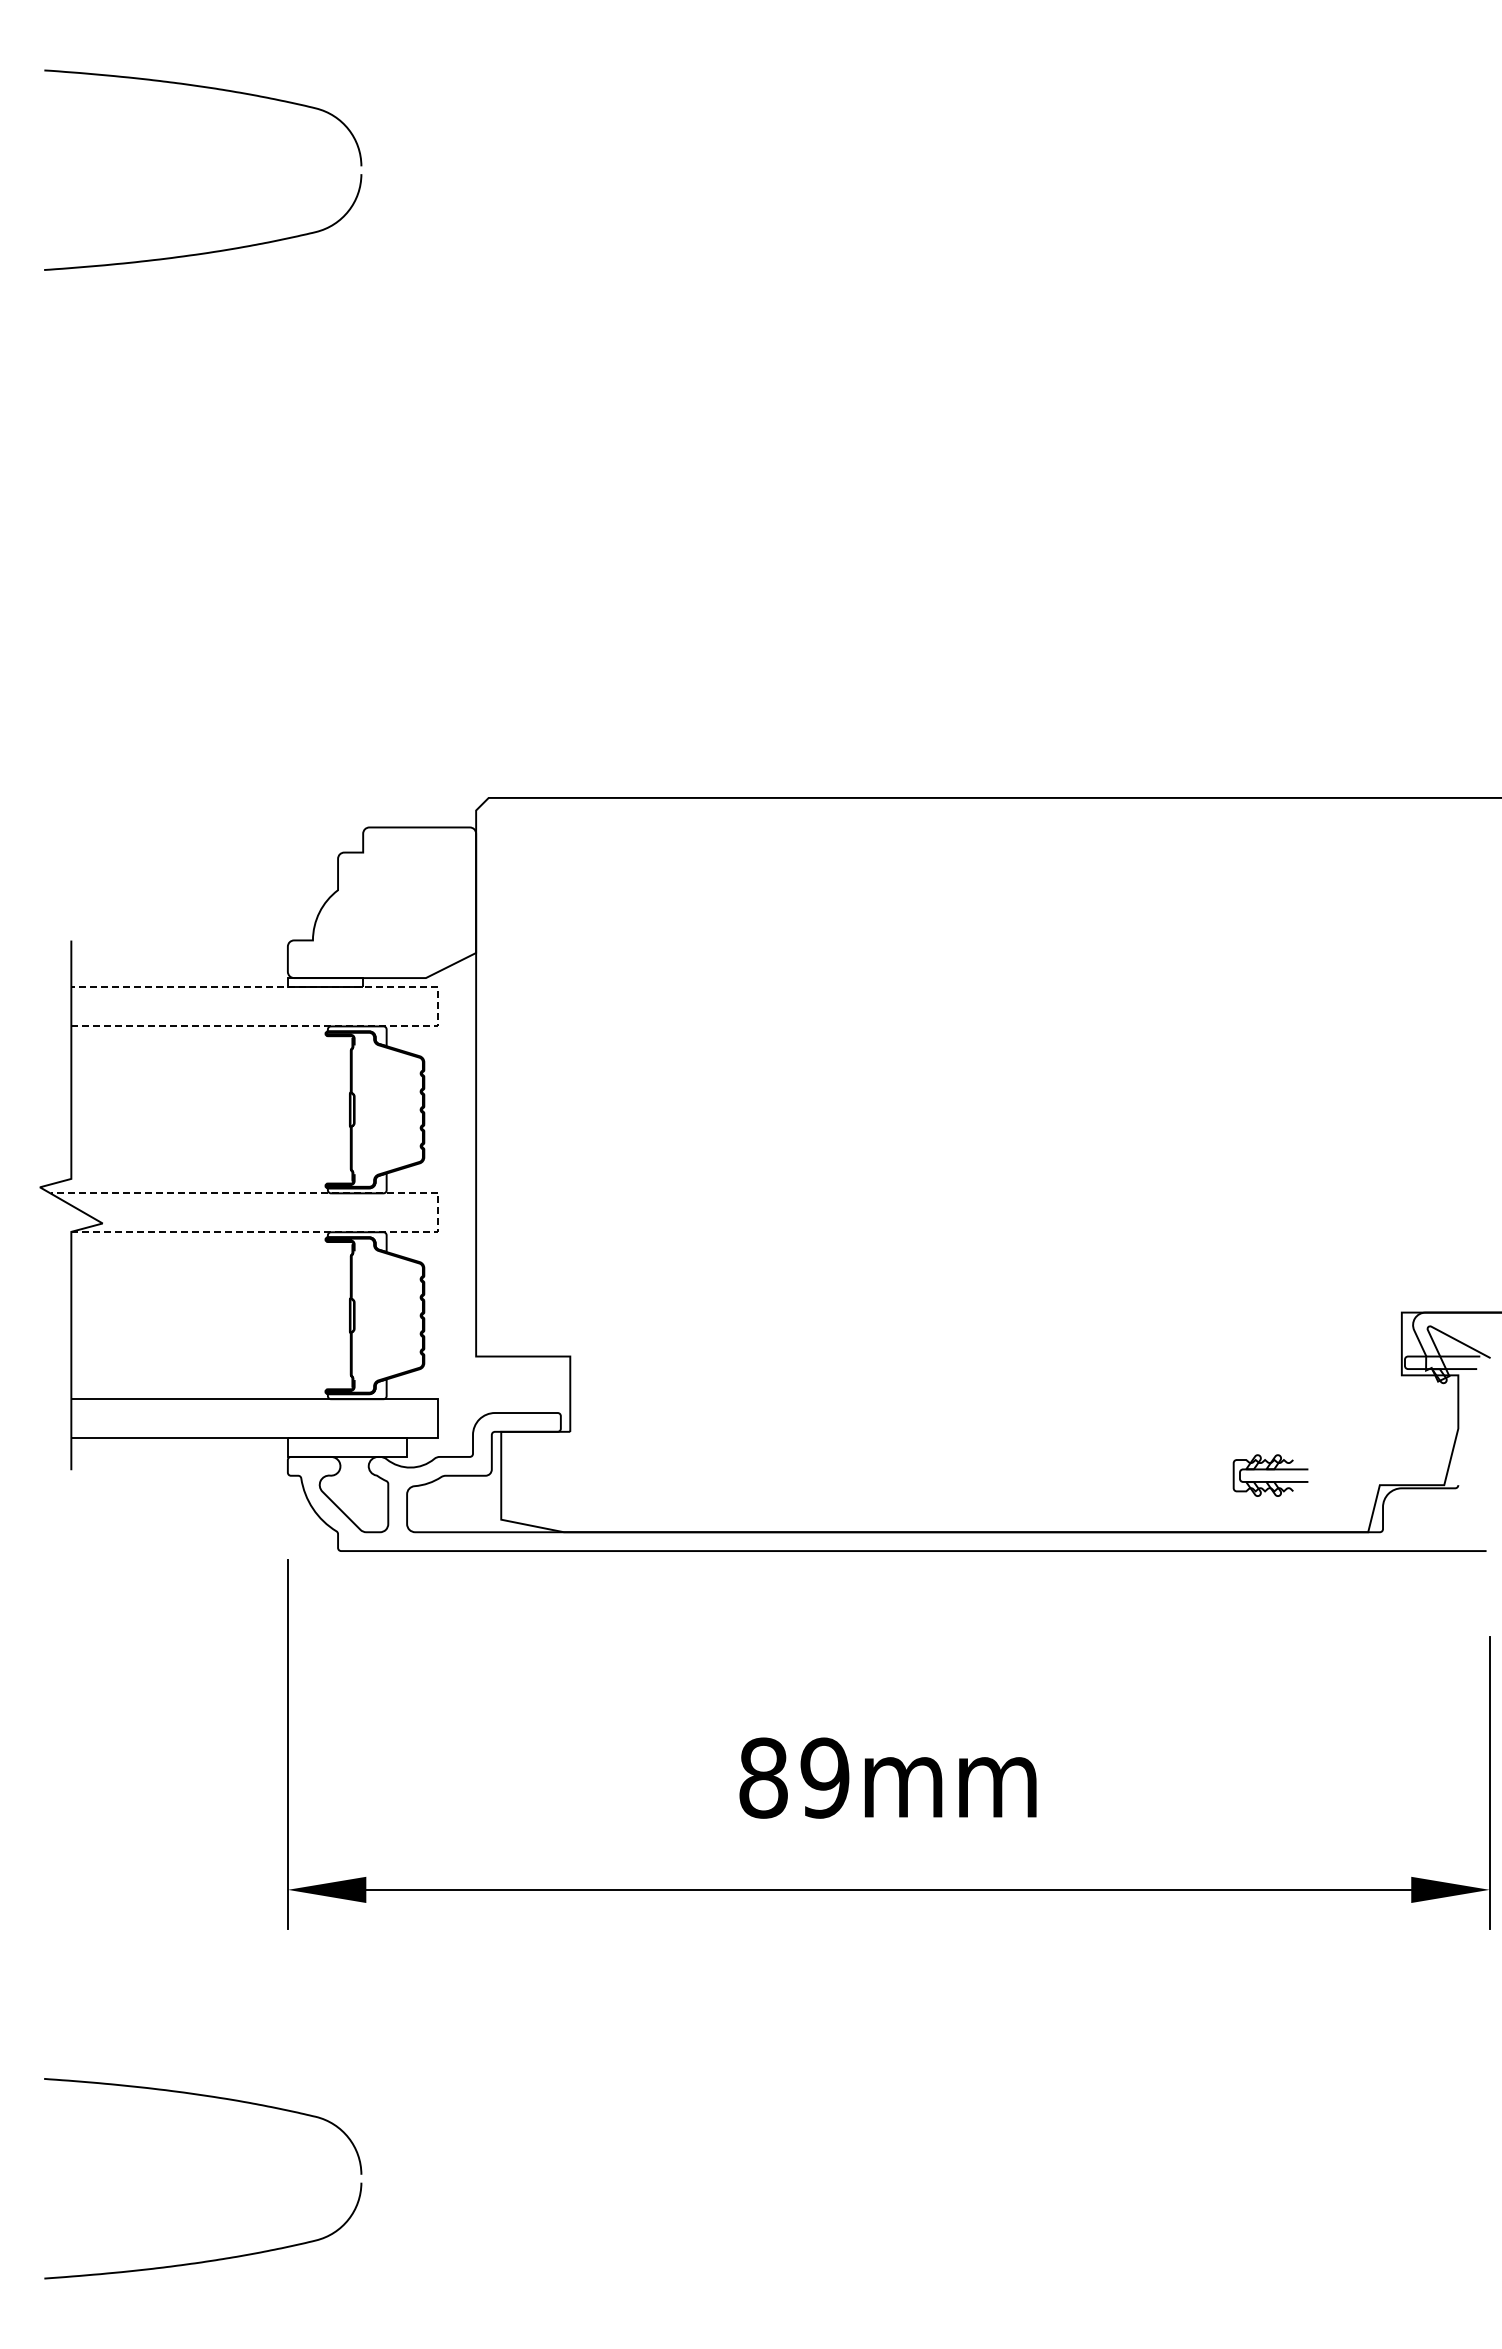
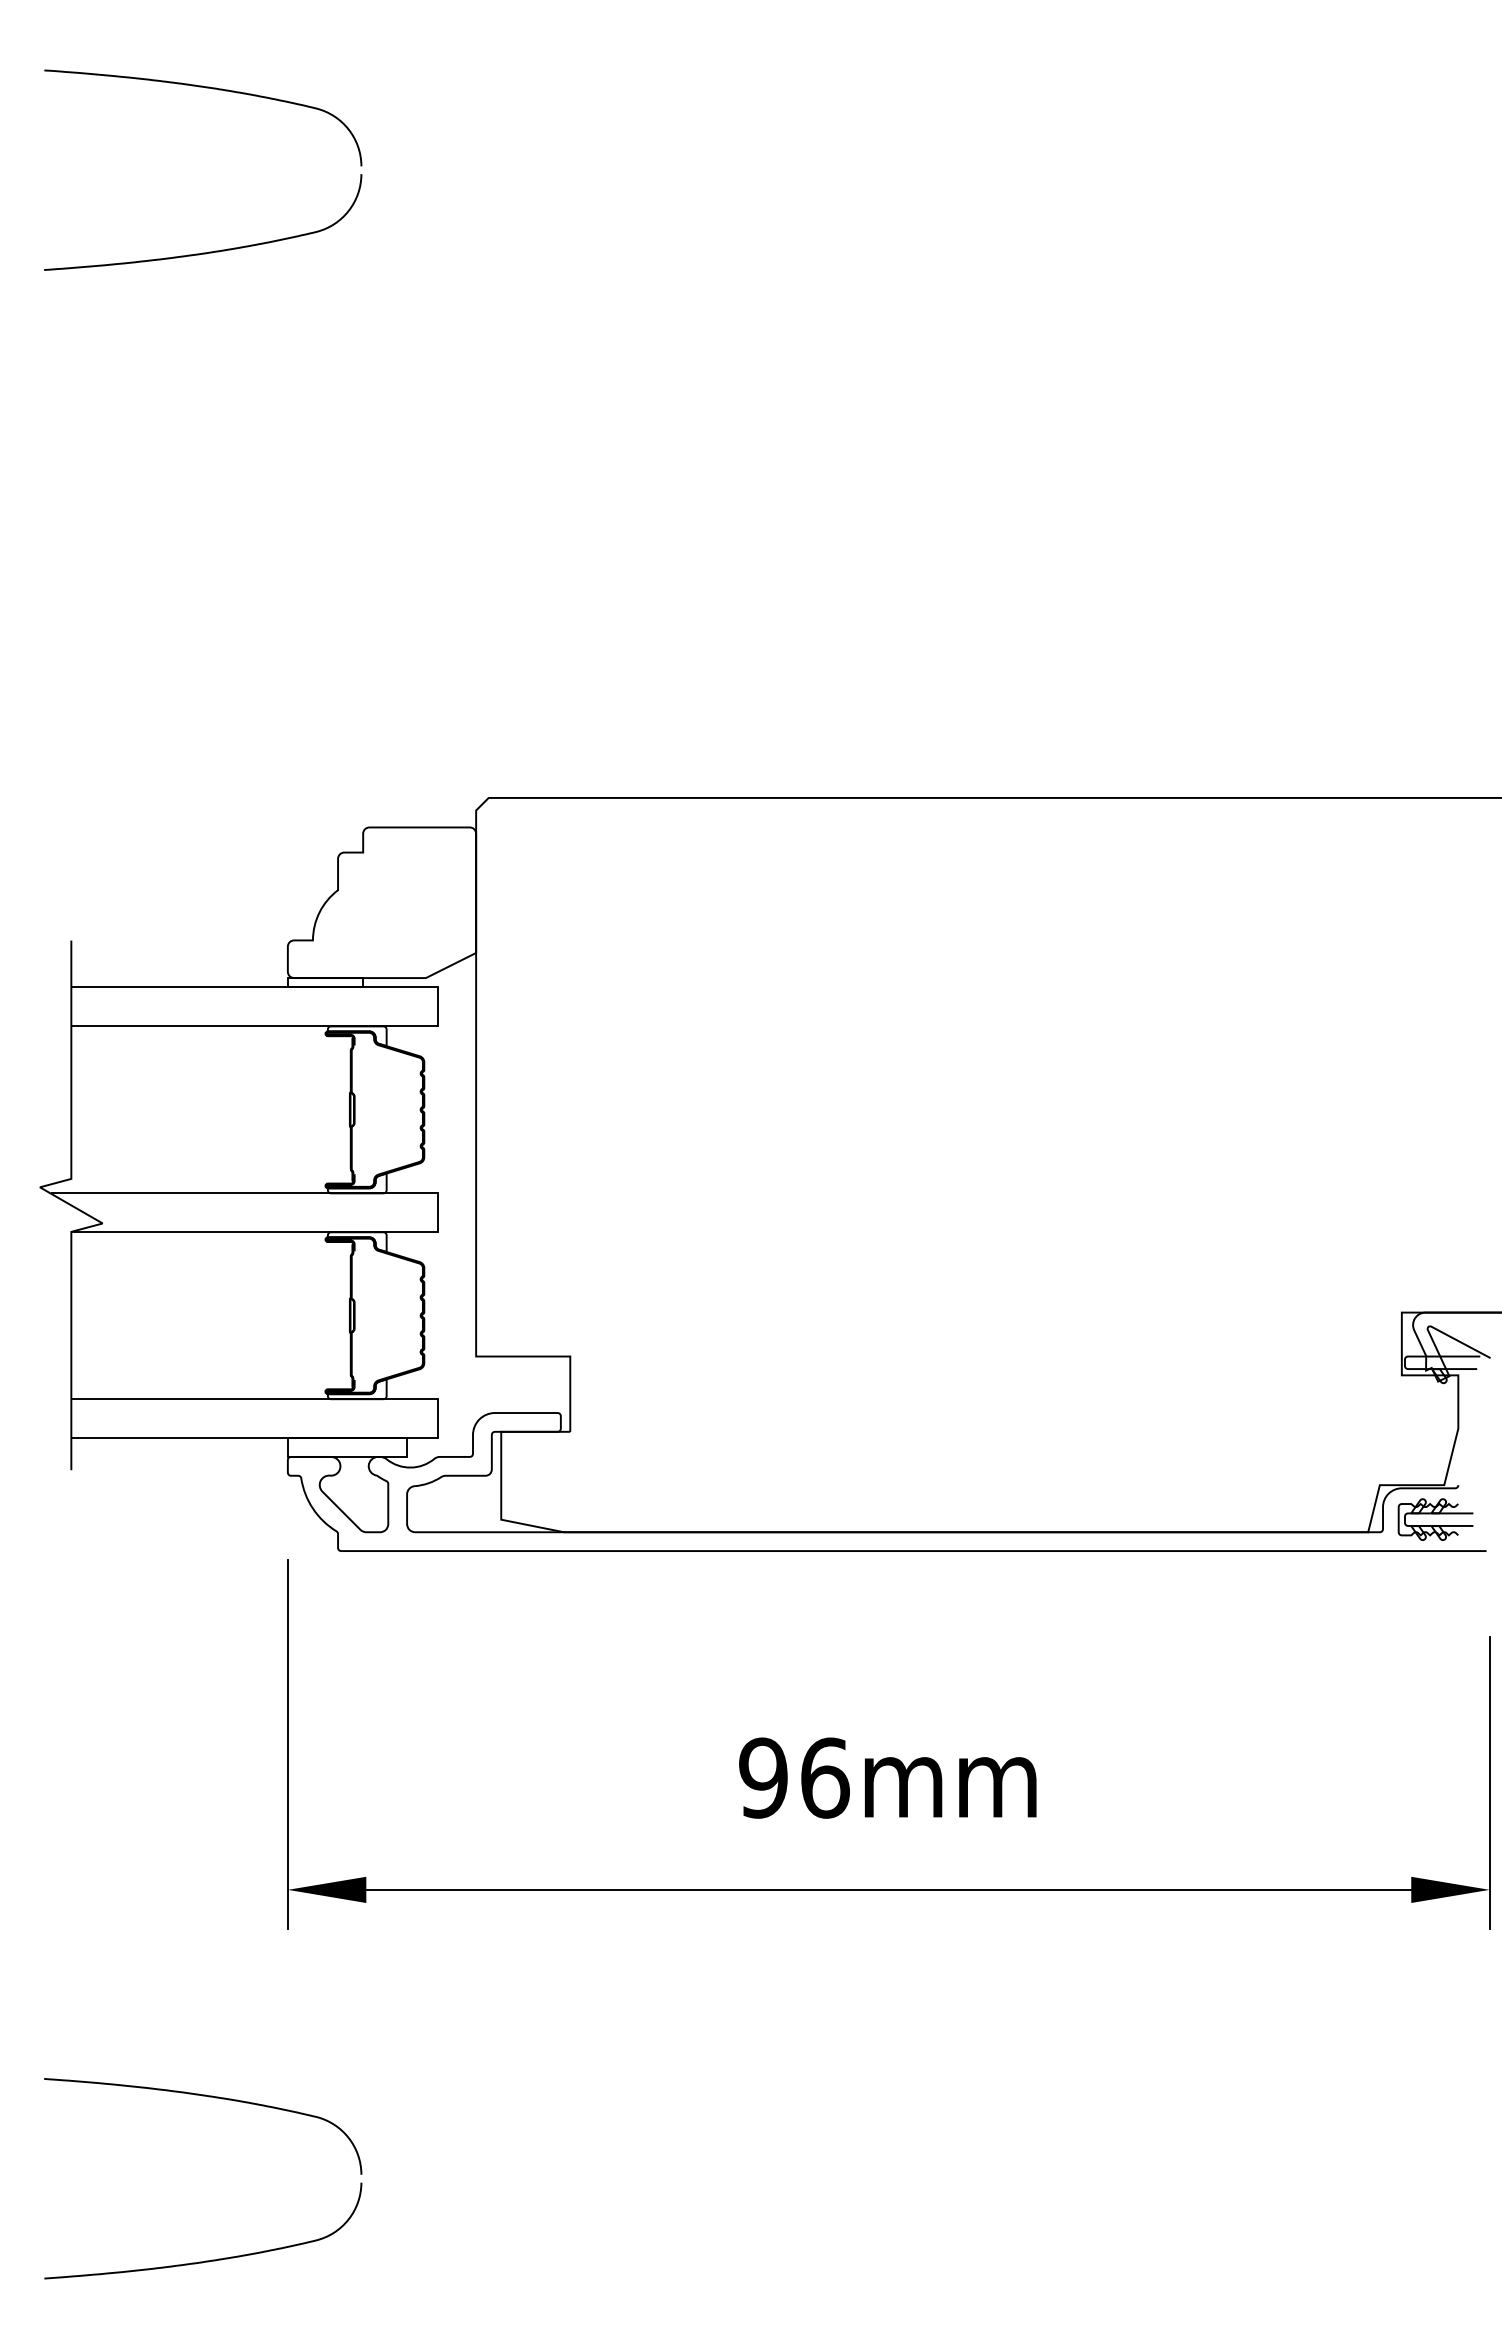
line at (438, 1006): dashed -> solid
line at (438, 1202): dashed -> solid
part at (1270, 1475) position: (1270, 1475) -> (1435, 1519)
text at (794, 1777): 89mm -> 96mm
